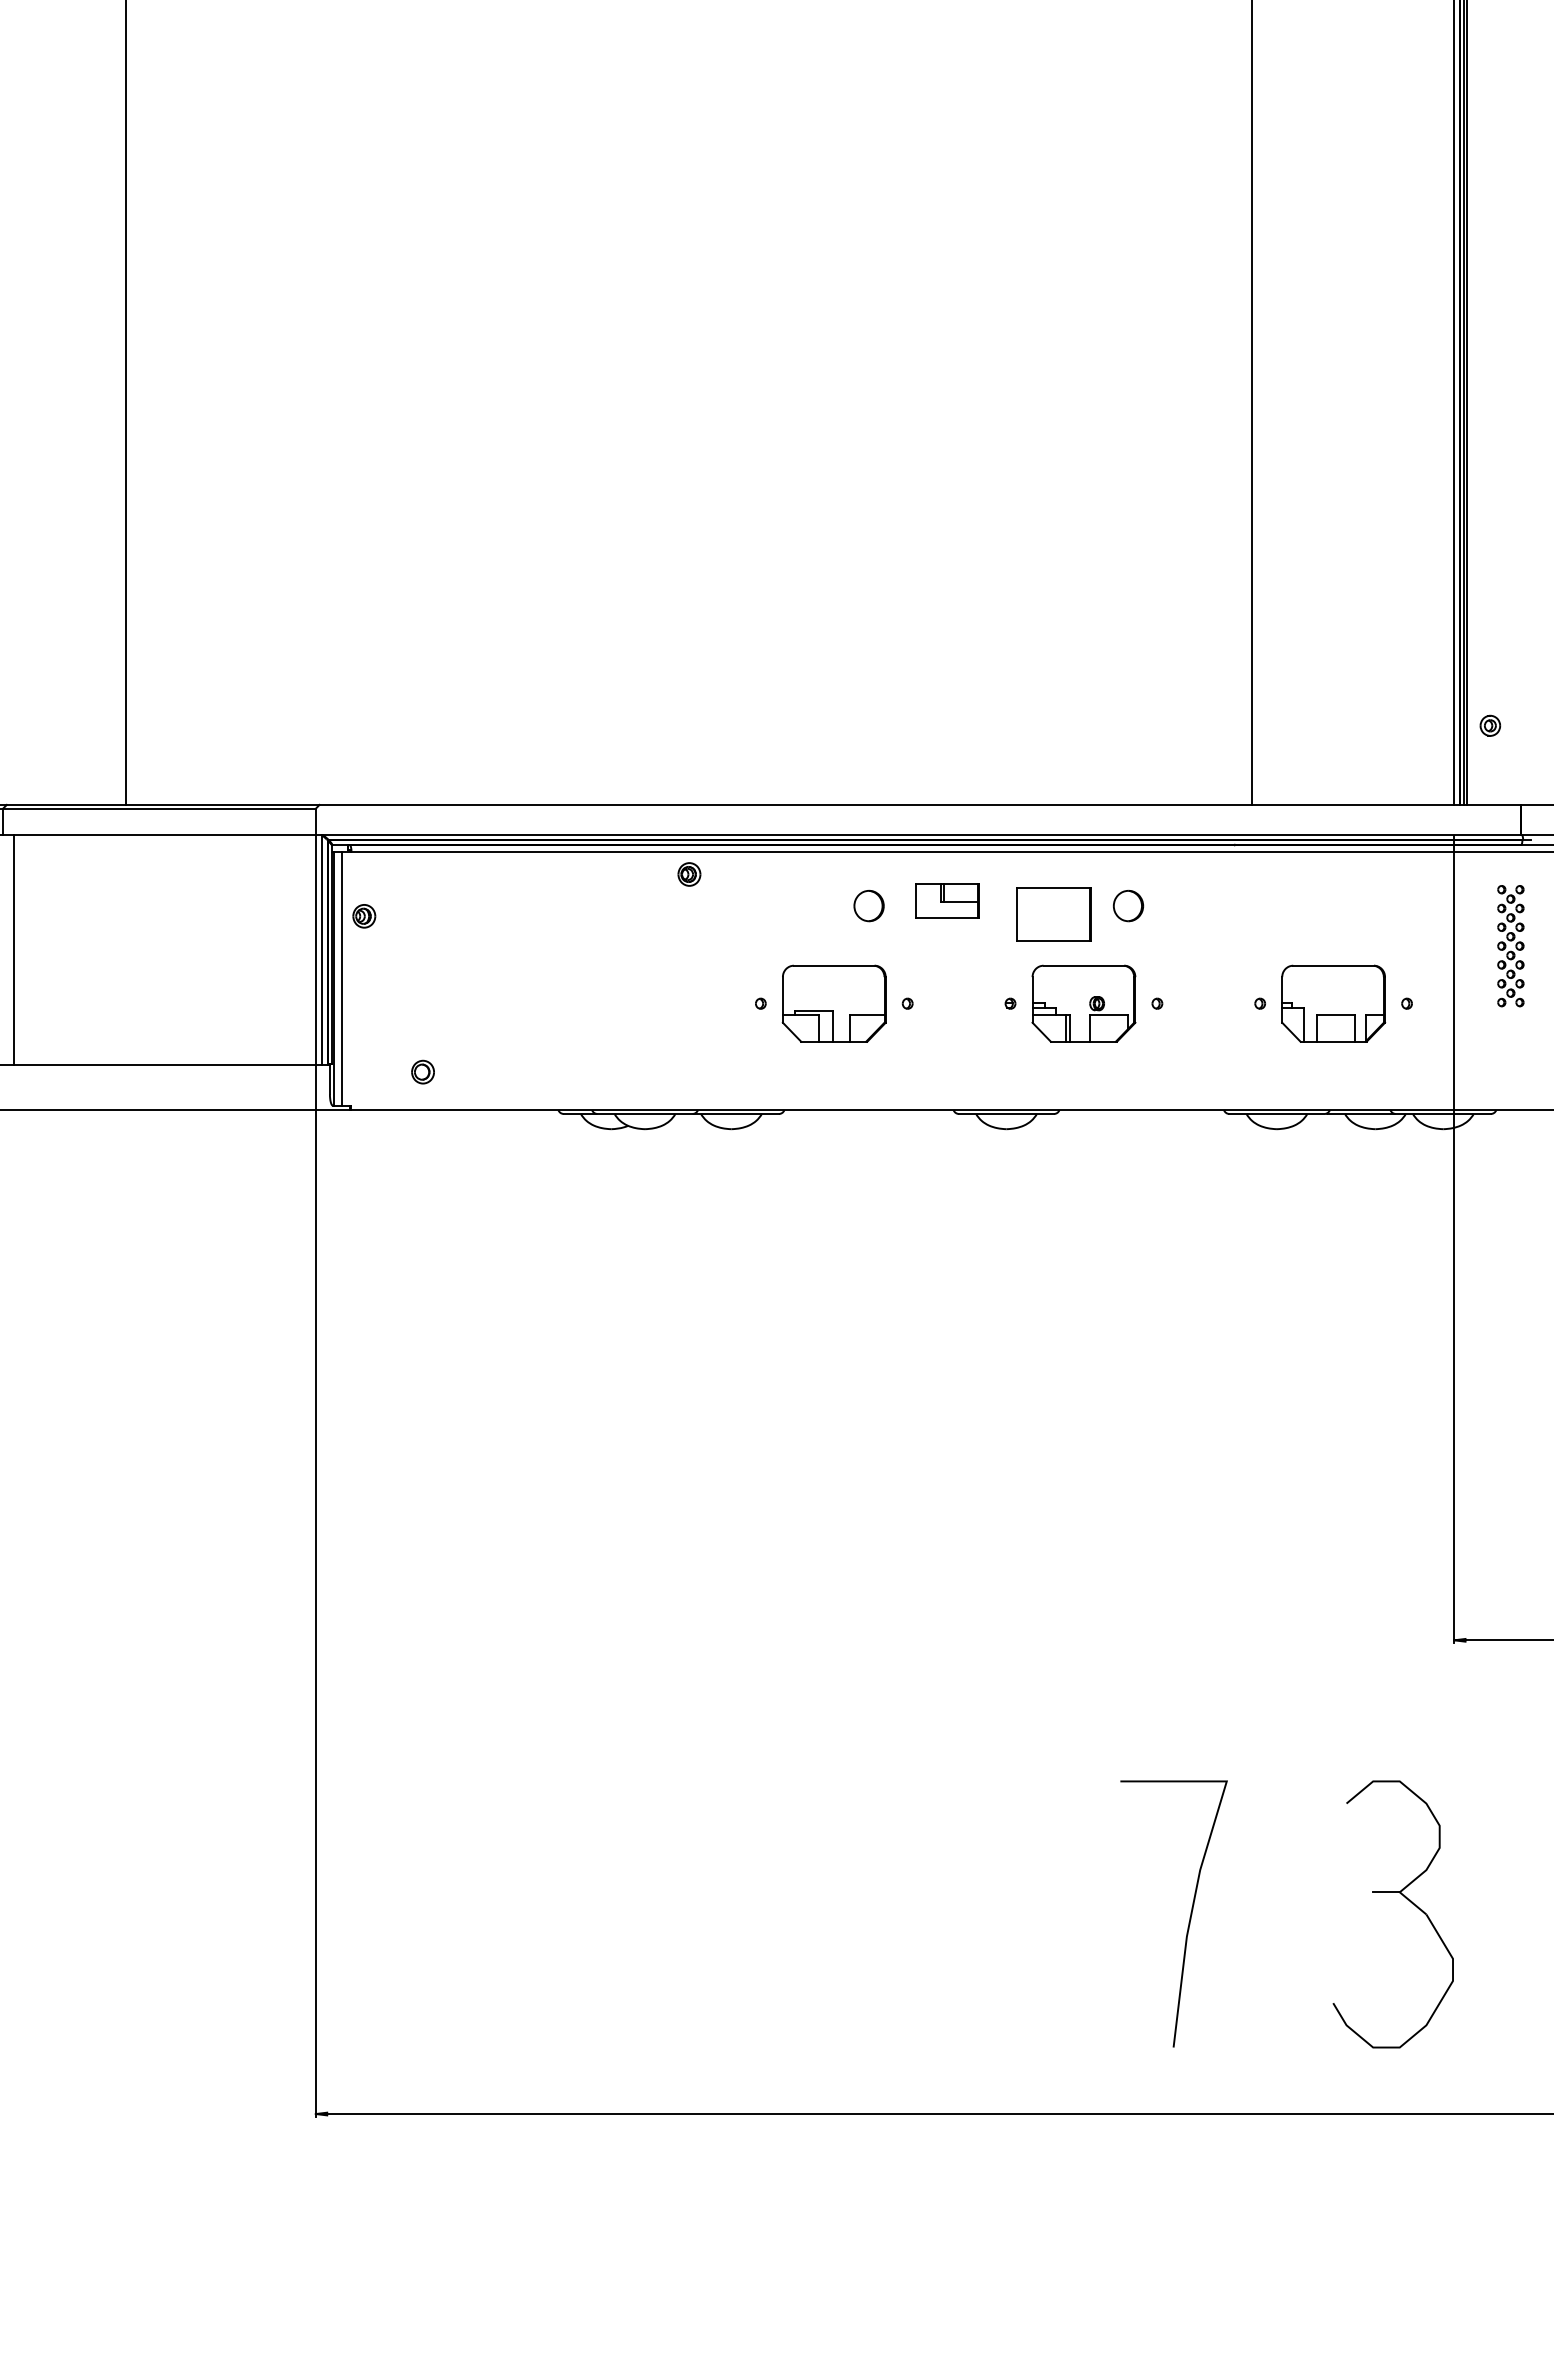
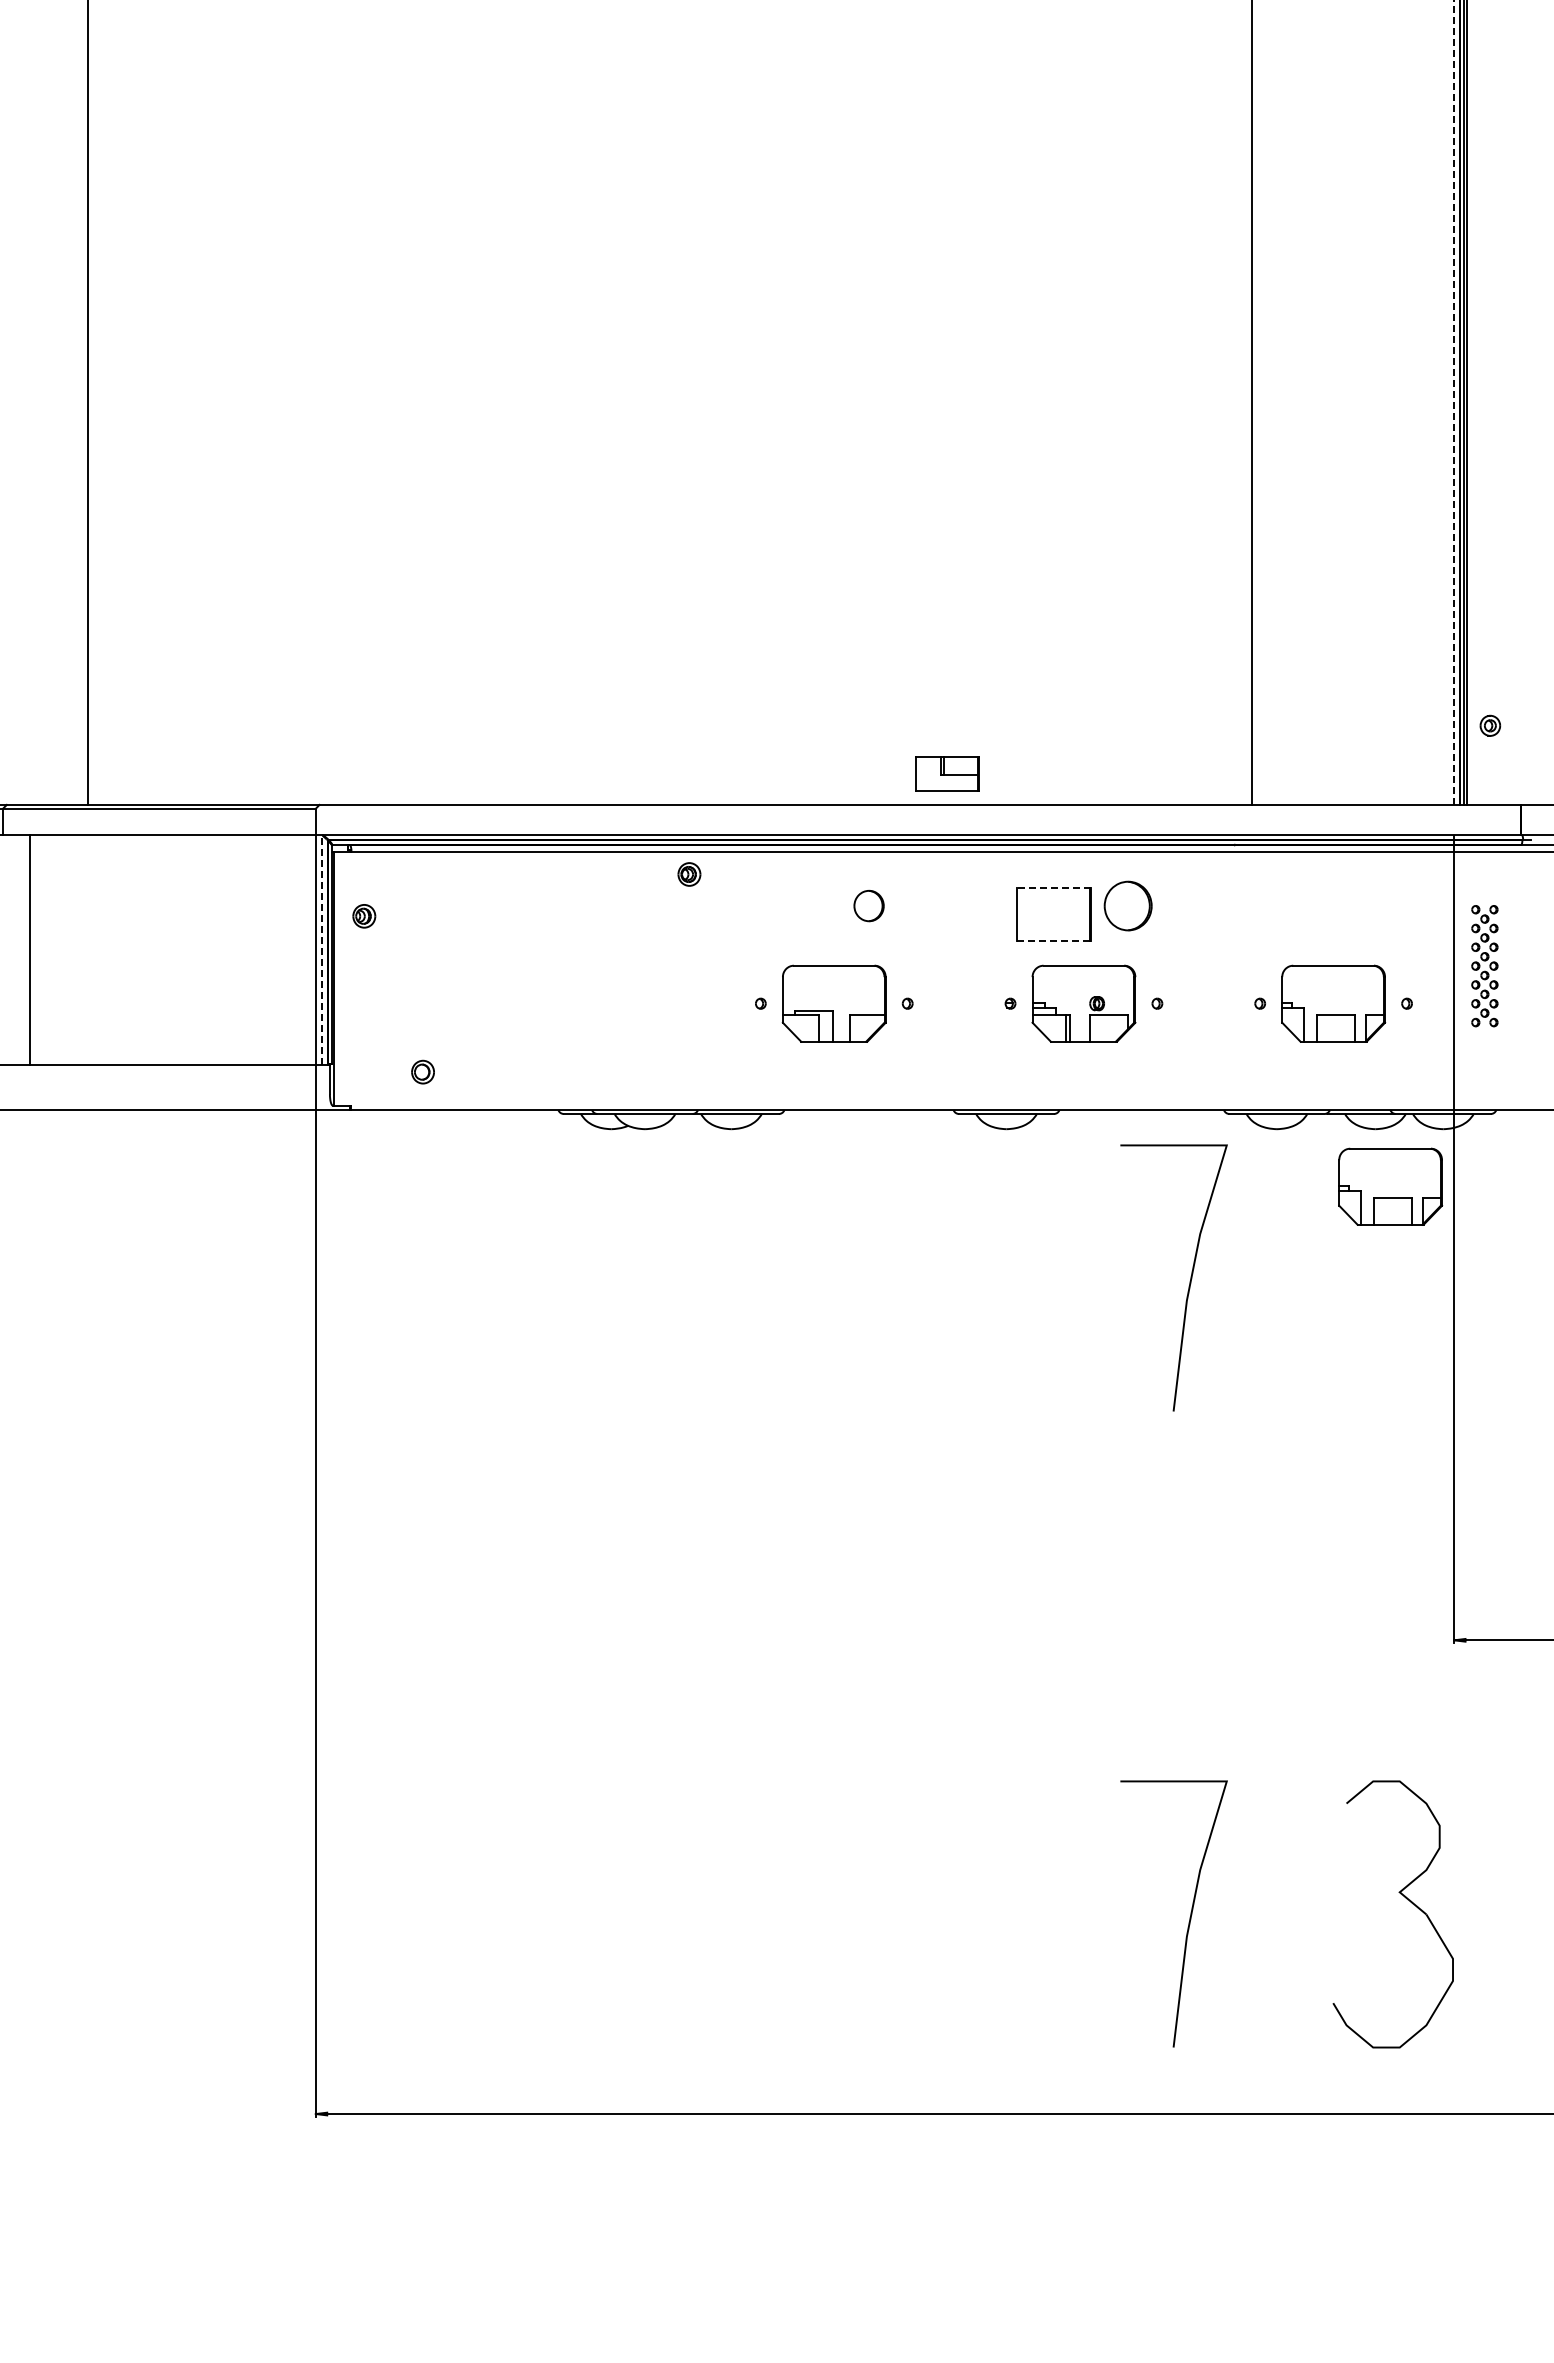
line at (1454, 402): solid -> dashed
line at (126, 403) position: (126, 403) -> (88, 403)
line at (1054, 887): solid -> dashed
part at (947, 900) position: (947, 900) -> (947, 773)
part at (1128, 905) size: 32x34 px -> 50x52 px
line at (1054, 941): solid -> dashed
part at (1510, 946) position: (1510, 946) -> (1484, 966)
line at (14, 949) position: (14, 949) -> (30, 949)
line at (322, 949): solid -> dashed
line at (342, 978): present -> none
part at (1390, 1186): none -> present
curve at (1189, 1281): none -> present
line at (1386, 1892): present -> none
